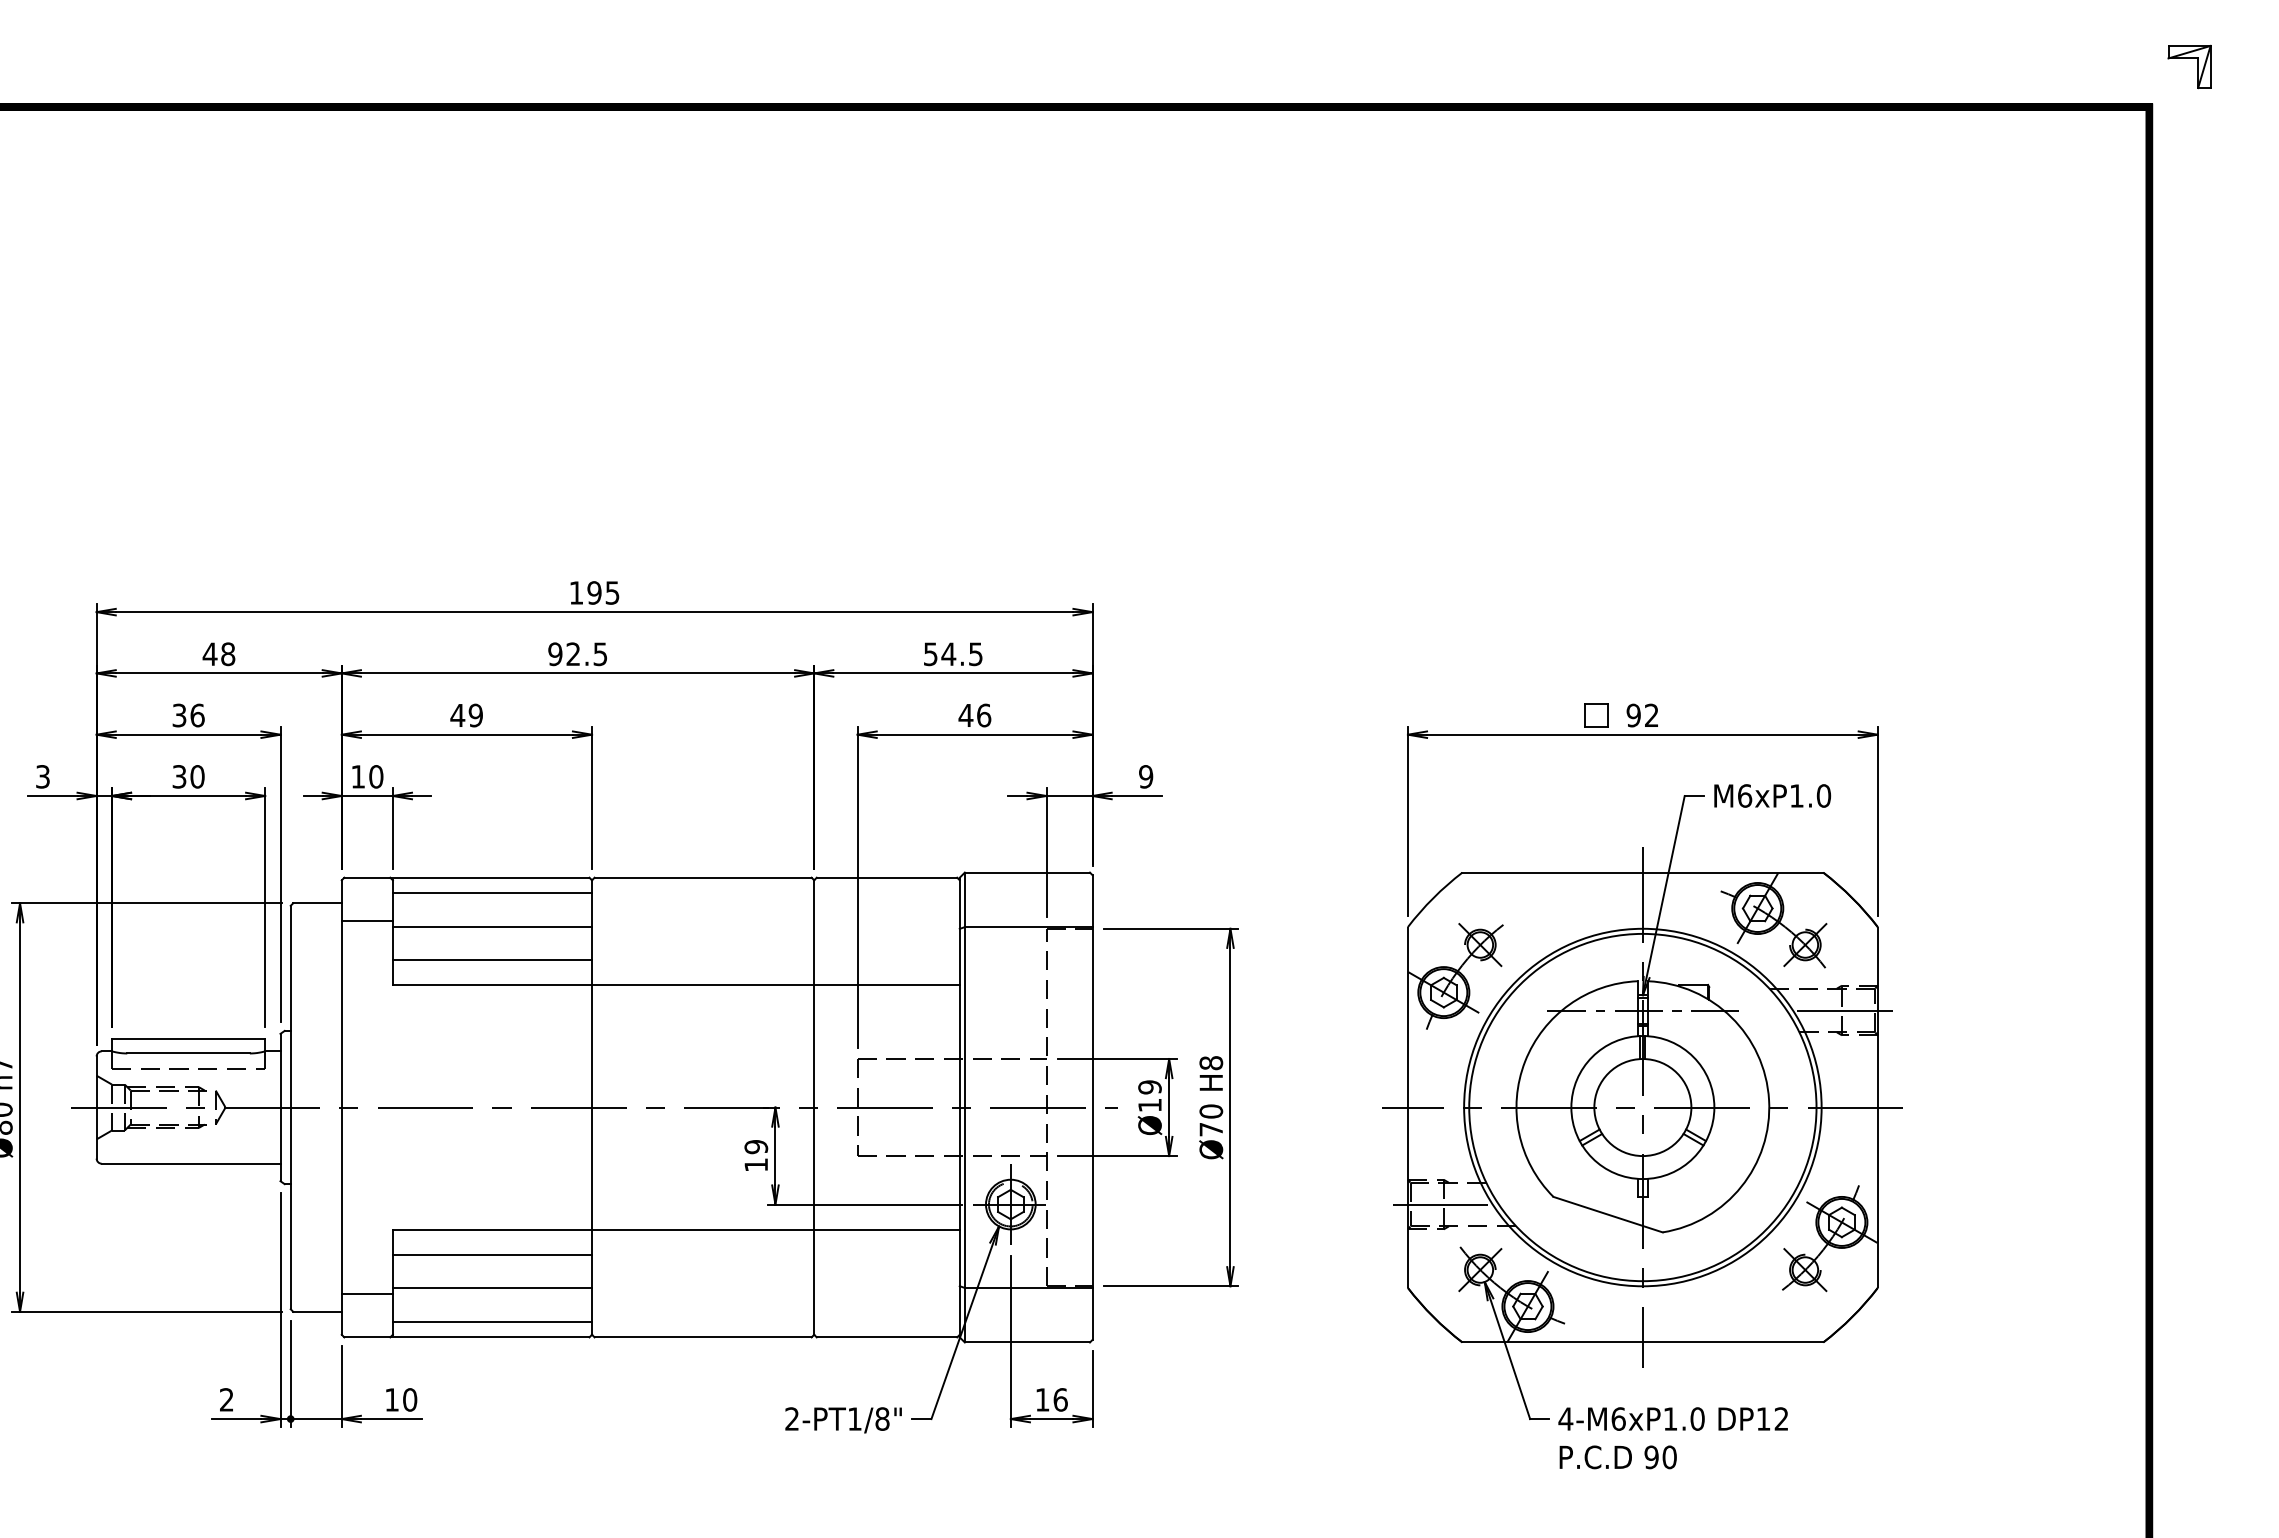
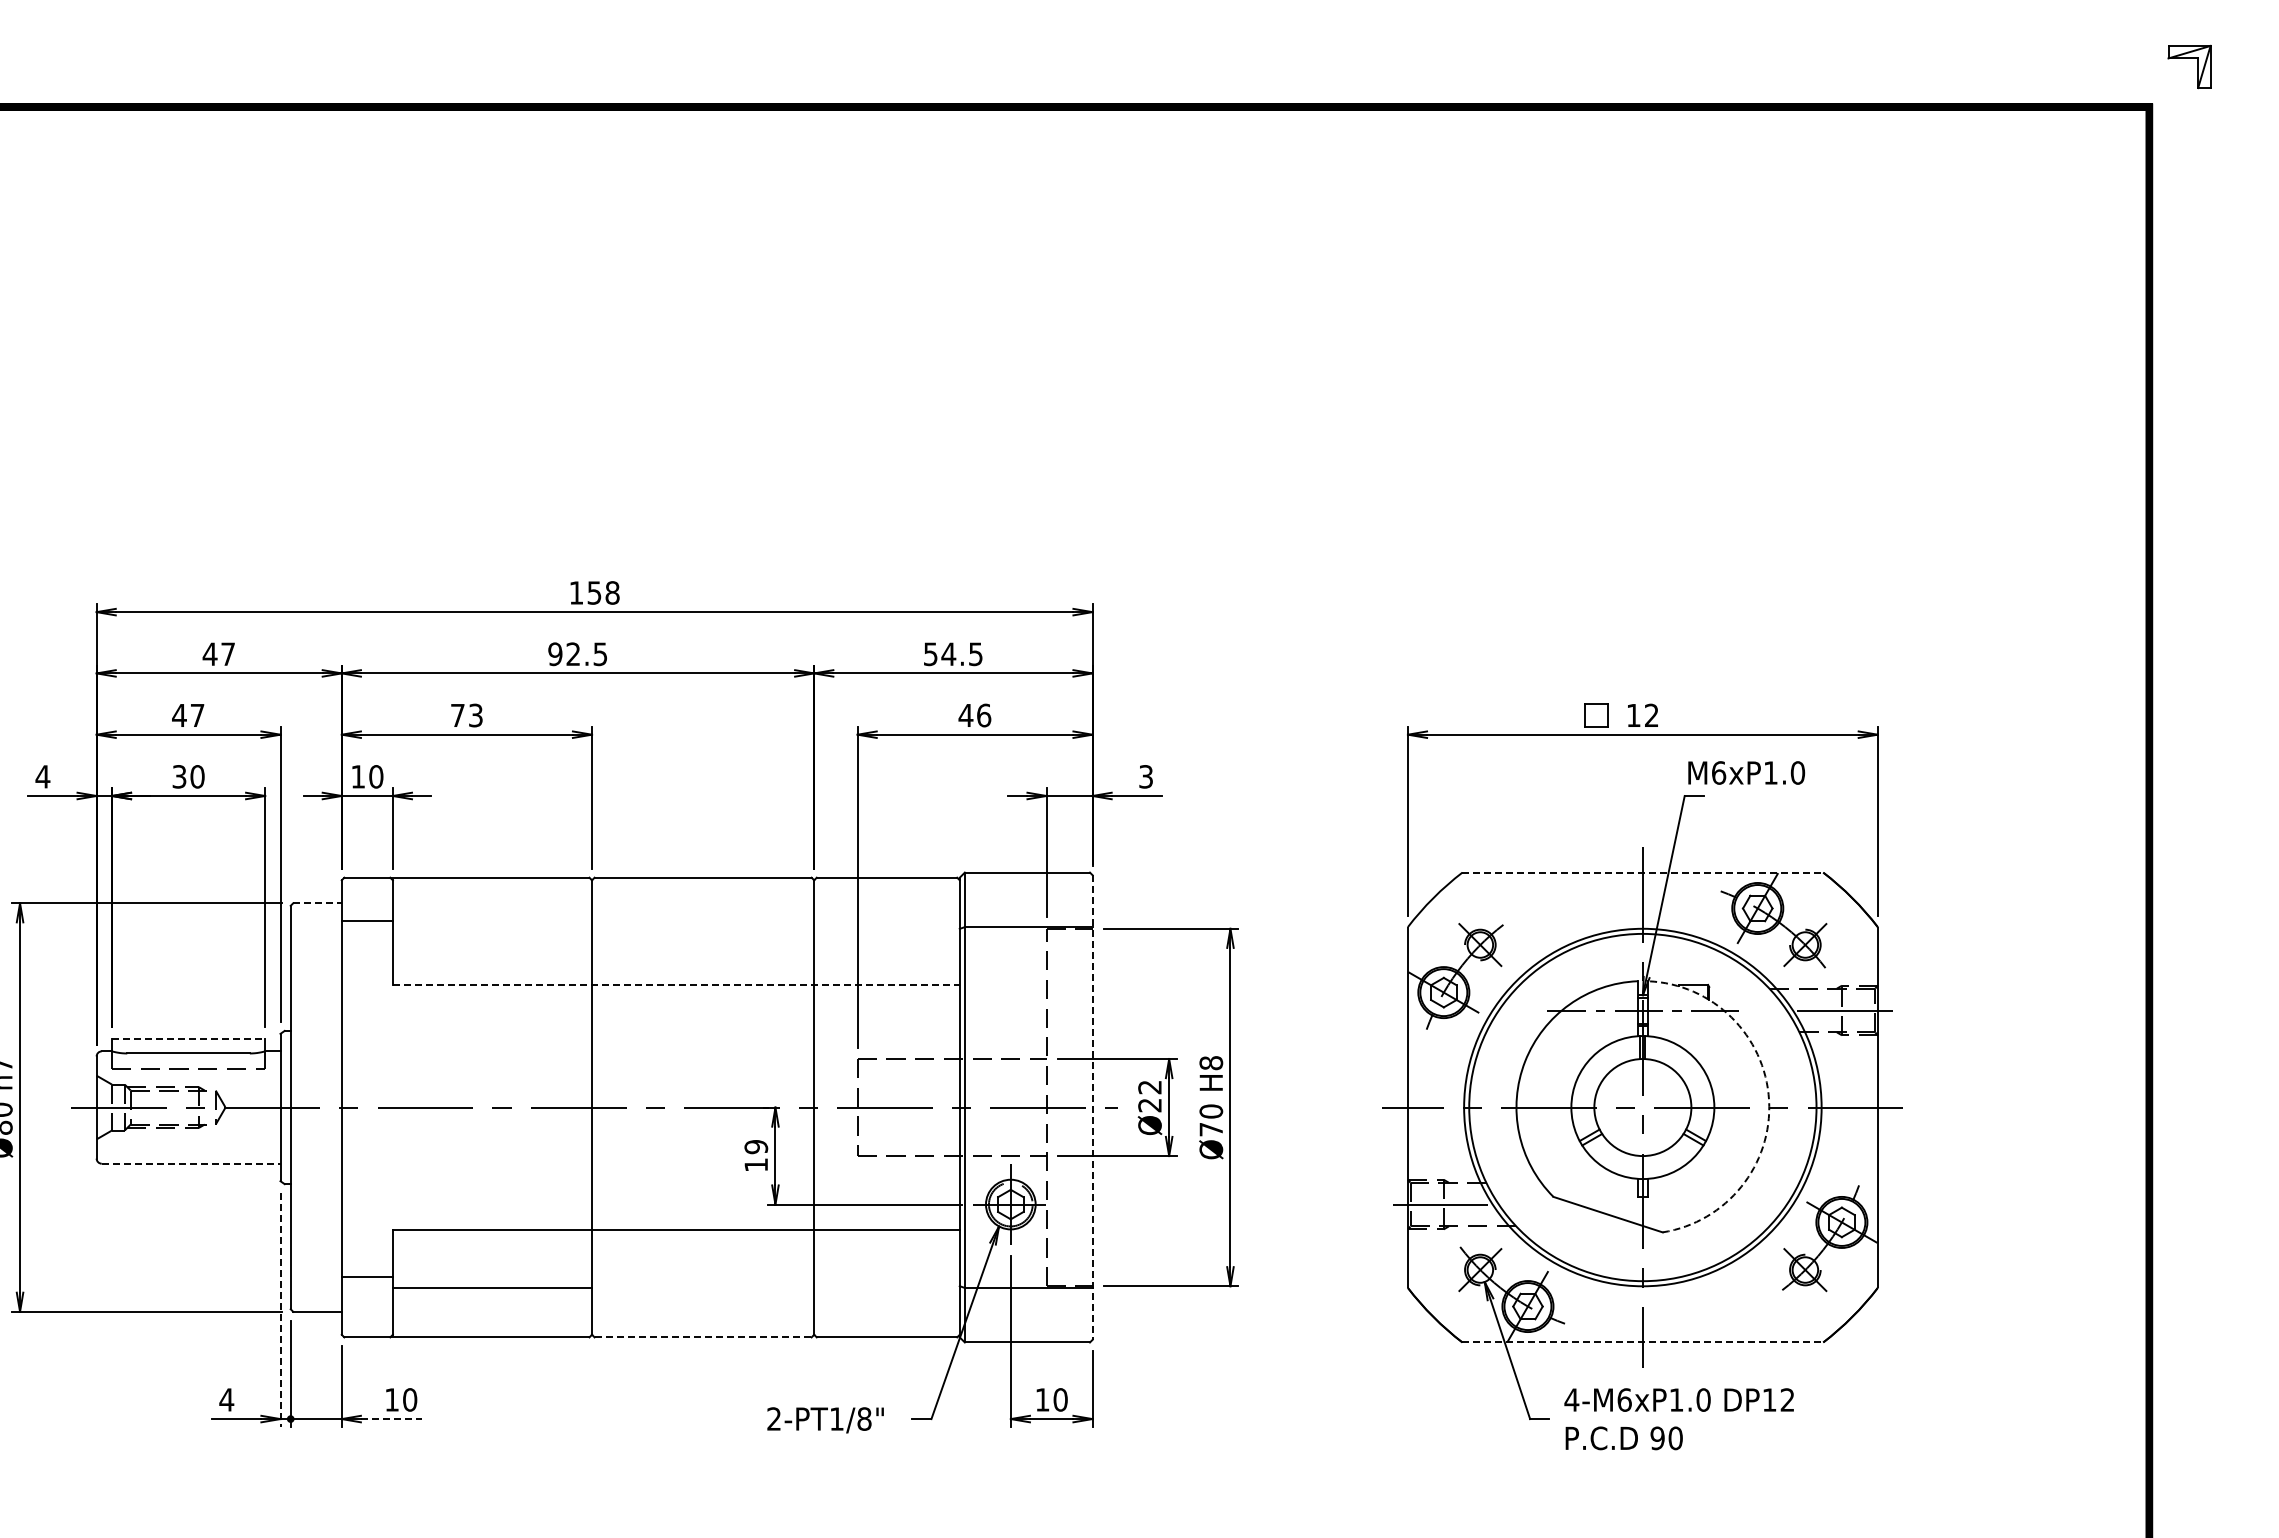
text at (603, 592): 195 -> 158
text at (228, 654): 48 -> 47
text at (188, 715): 36 -> 47
text at (466, 715): 49 -> 73
text at (1633, 715): 92 -> 12
text at (42, 776): 3 -> 4
text at (1146, 776): 9 -> 3
text at (1772, 795) position: (1772, 795) -> (1746, 772)
line at (1643, 872): solid -> dashed
line at (492, 892): present -> none
line at (318, 903): solid -> dashed
line at (492, 926): present -> none
line at (492, 960): present -> none
line at (676, 984): solid -> dashed
line at (188, 1038): solid -> dashed
text at (1149, 1096): Ø19 -> Ø22
arc at (1769, 1100): solid -> dashed
line at (1092, 1108): solid -> dashed
line at (191, 1163): solid -> dashed
line at (492, 1254): present -> none
line at (366, 1294) position: (366, 1294) -> (366, 1277)
line at (280, 1310): solid -> dashed
line at (492, 1322): present -> none
line at (703, 1337): solid -> dashed
line at (1643, 1342): solid -> dashed
text at (226, 1399): 2 -> 4
text at (1060, 1399): 16 -> 10
line at (391, 1419): solid -> dashed
text at (843, 1420) position: (843, 1420) -> (825, 1420)
text at (1672, 1438) position: (1672, 1438) -> (1678, 1419)
